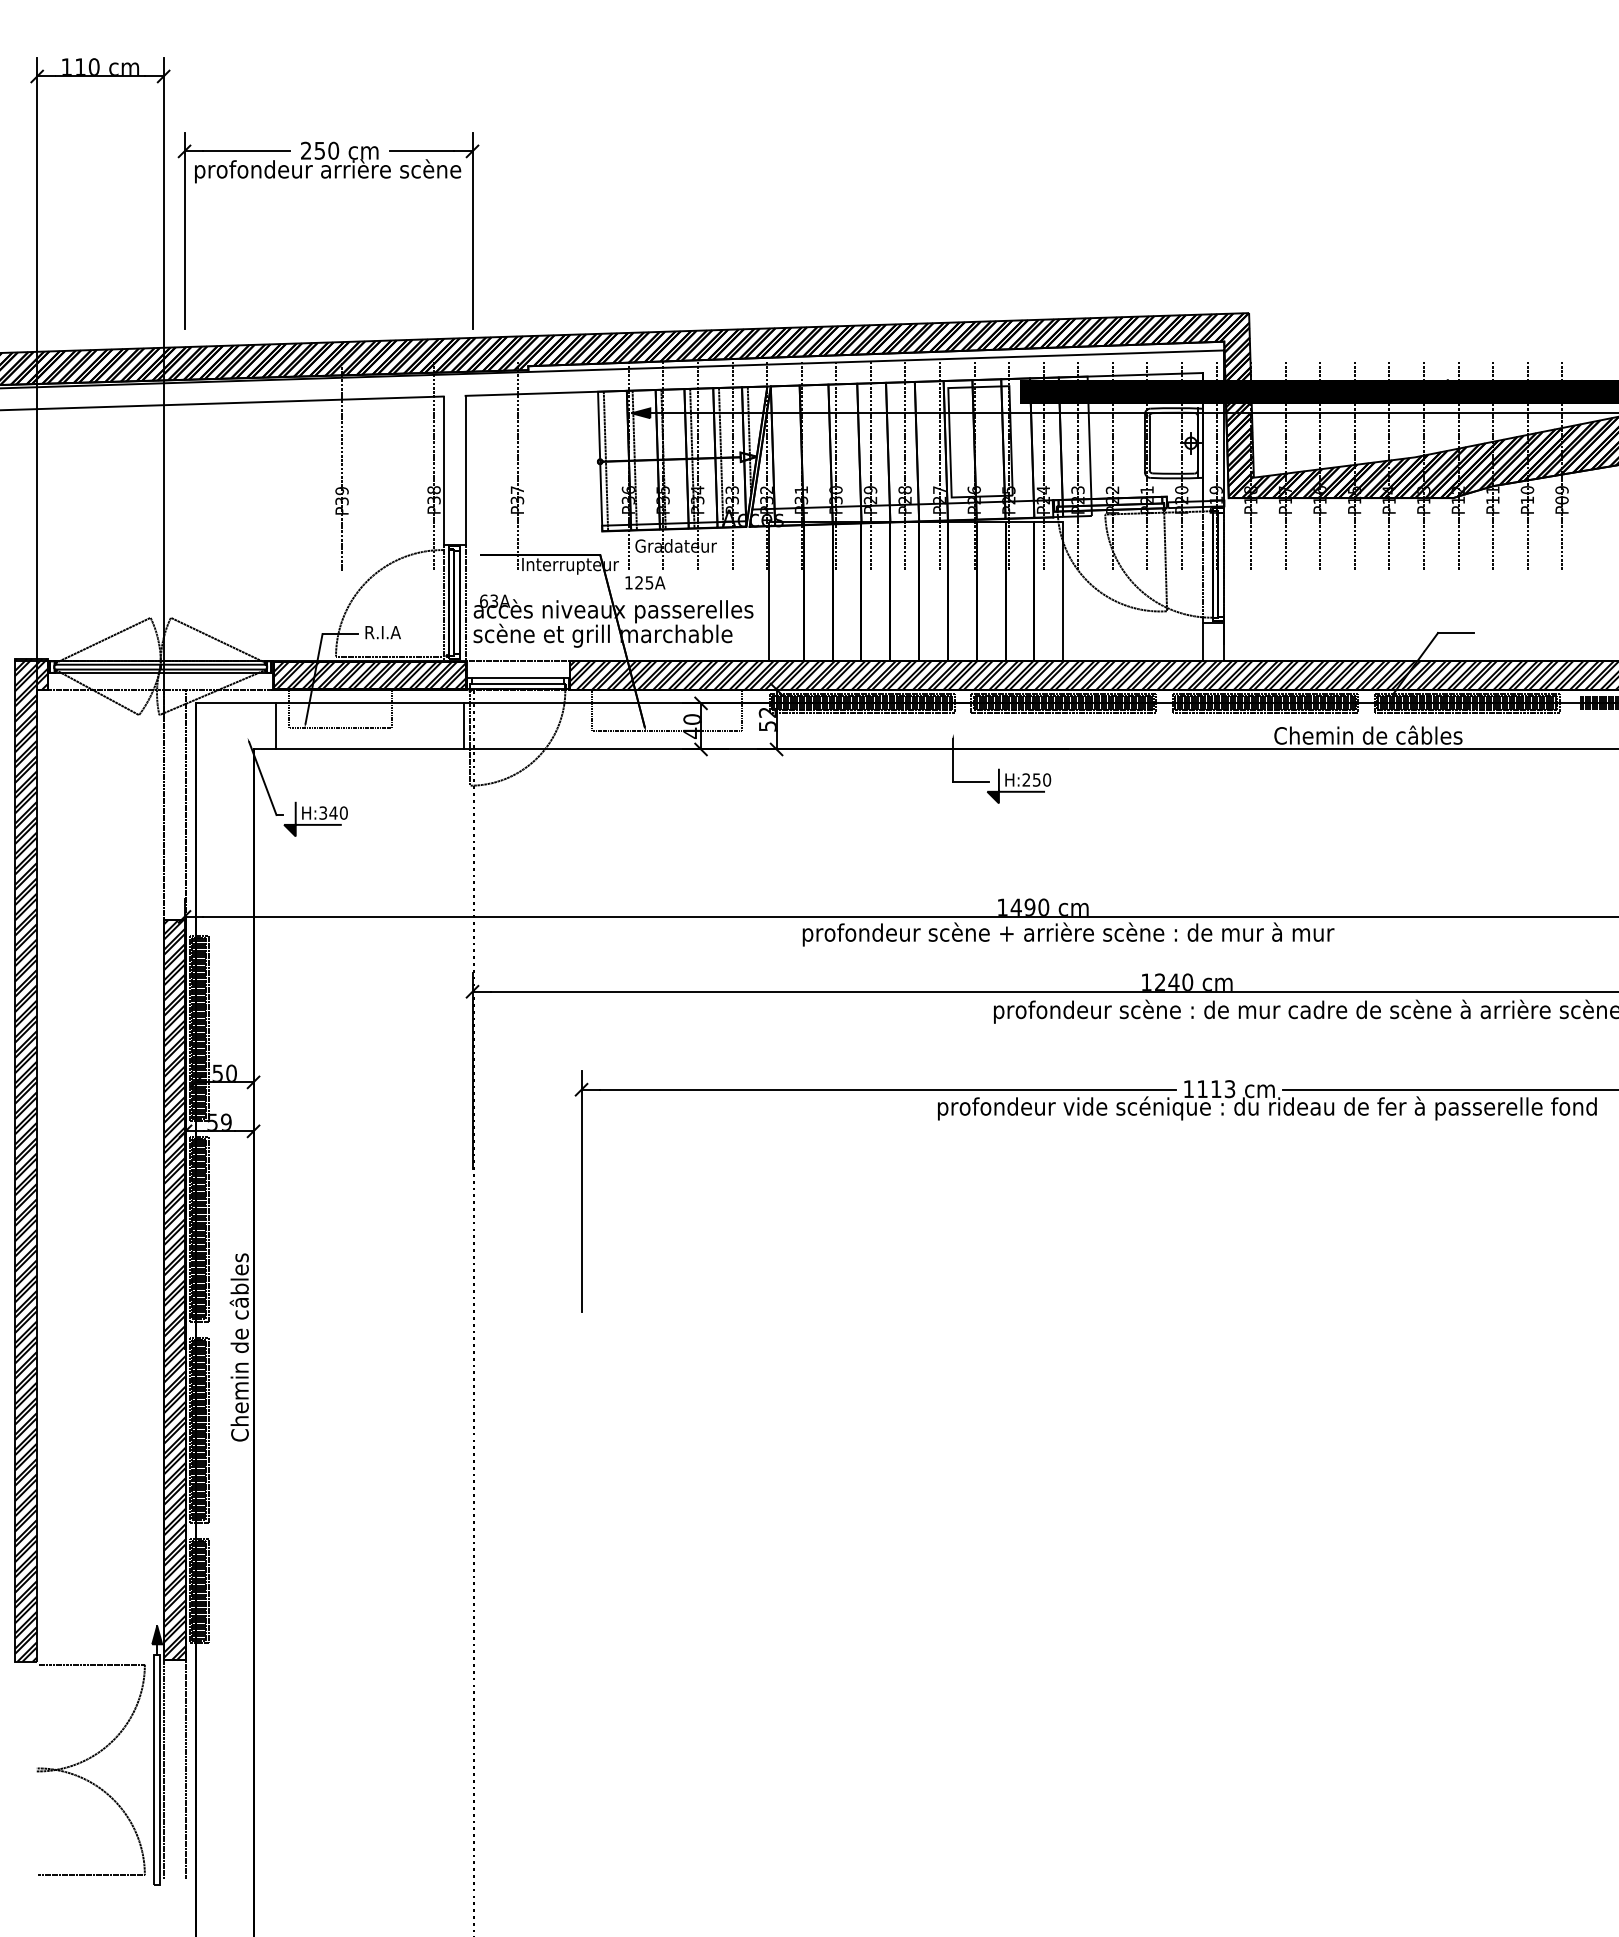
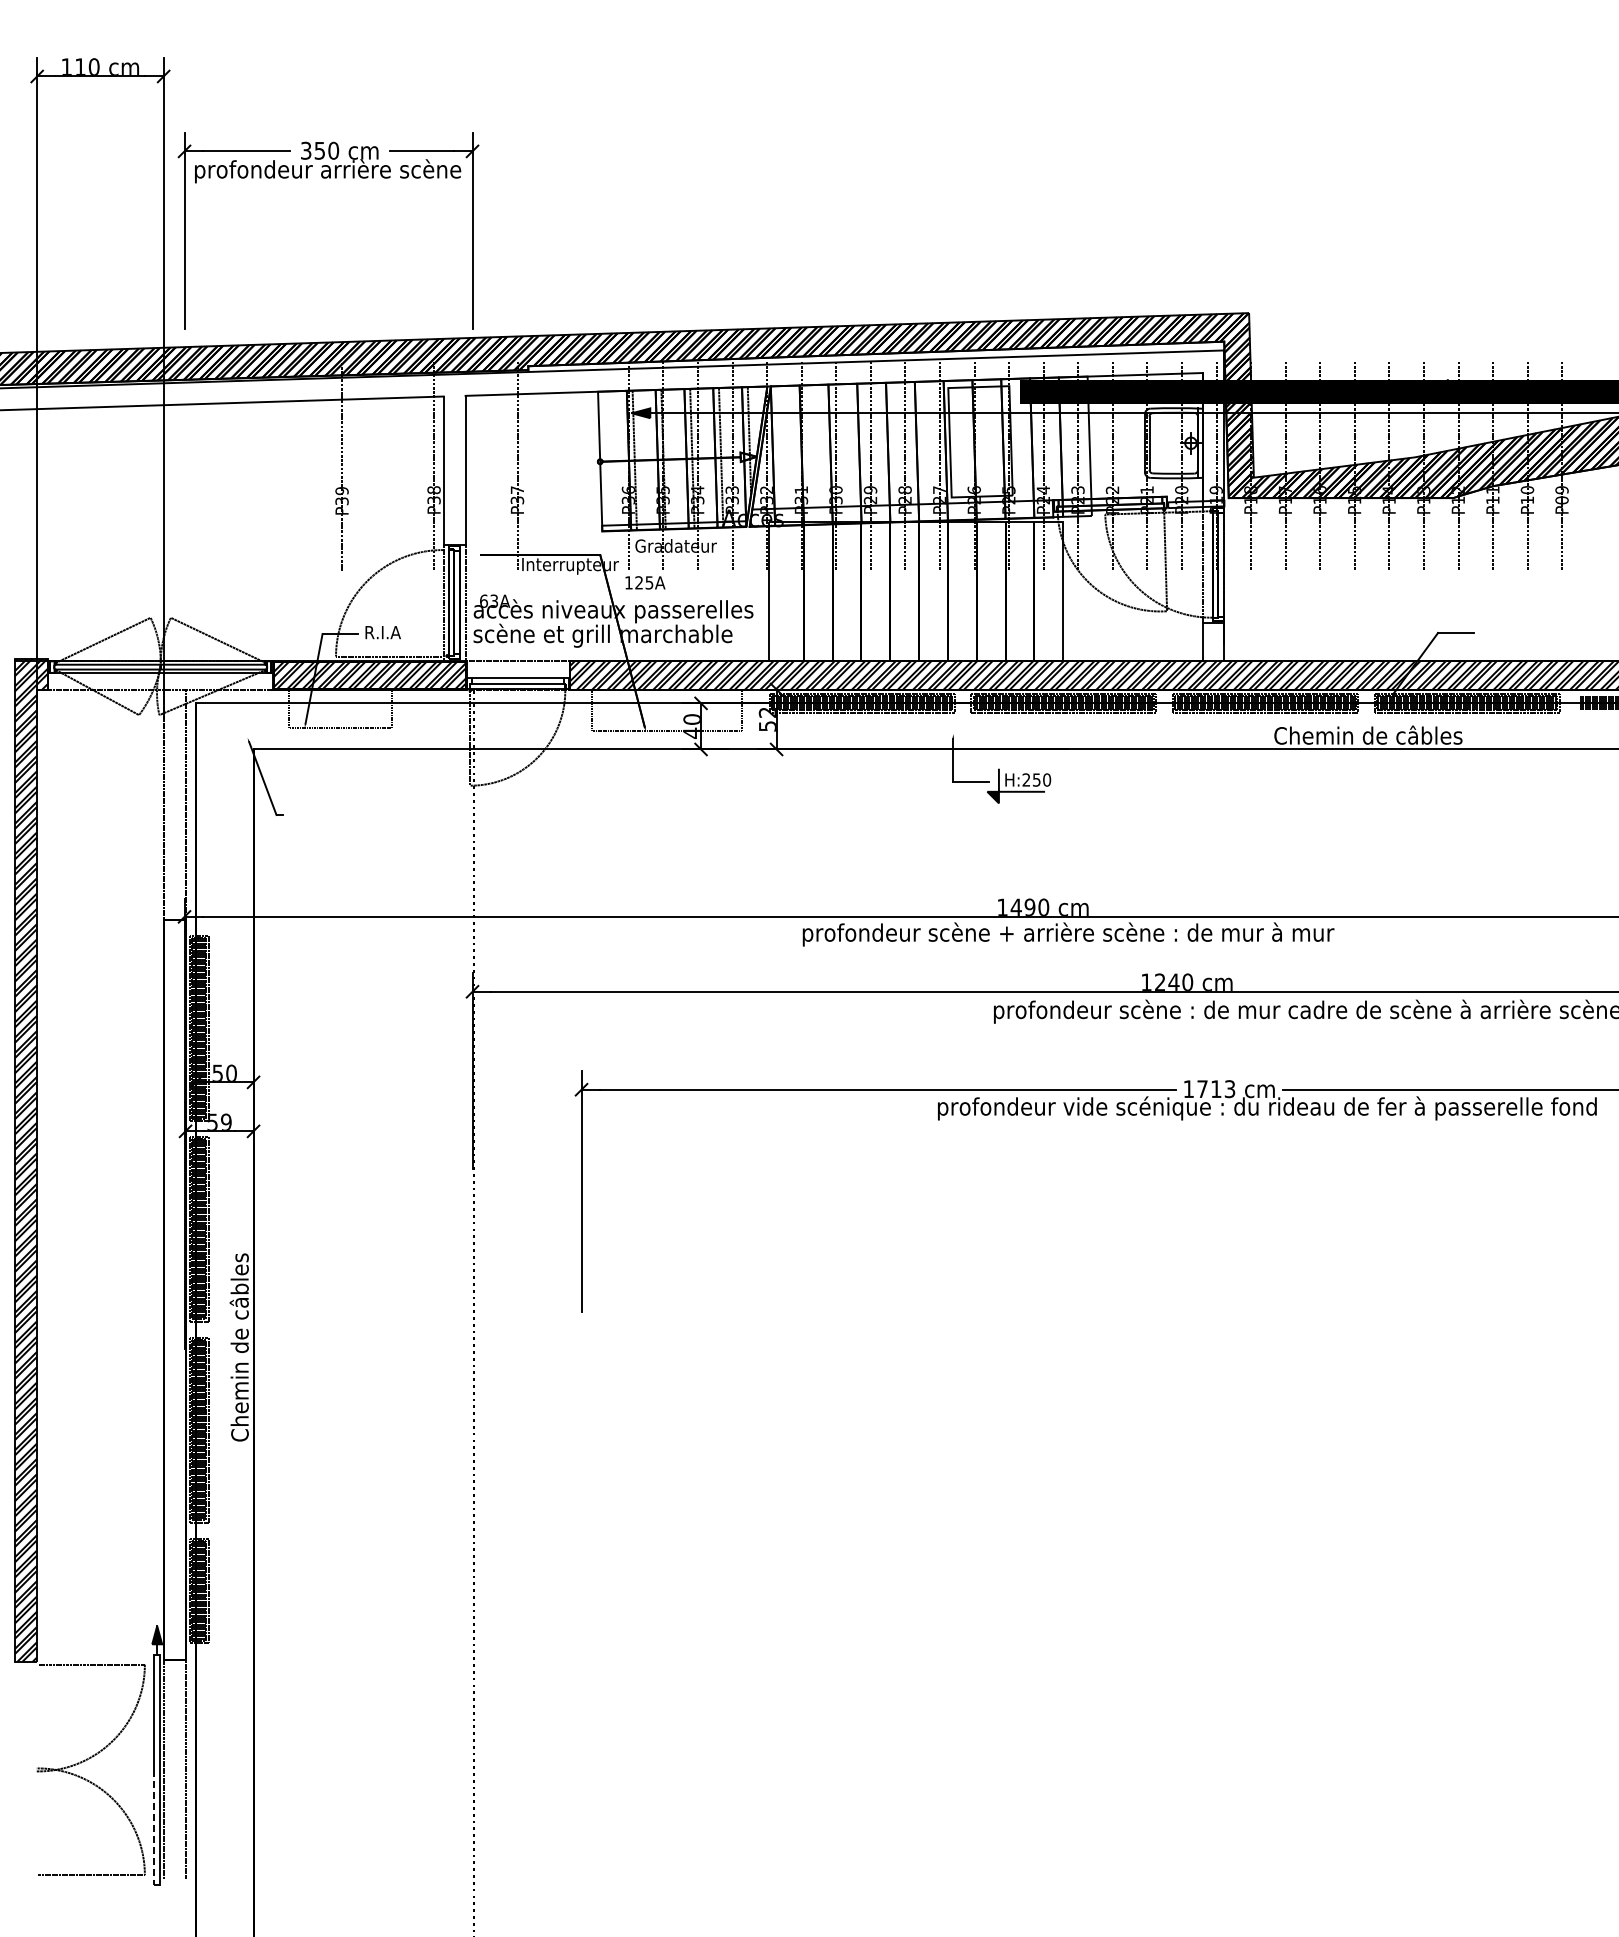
text at (306, 150): 250 -> 350
line at (605, 460): present -> none
line at (276, 726): present -> none
line at (464, 726): present -> none
part at (315, 818): present -> none
text at (1202, 1088): 1113 -> 1713
hatch at (174, 1289): present -> none
line at (154, 1827): solid -> dashed
